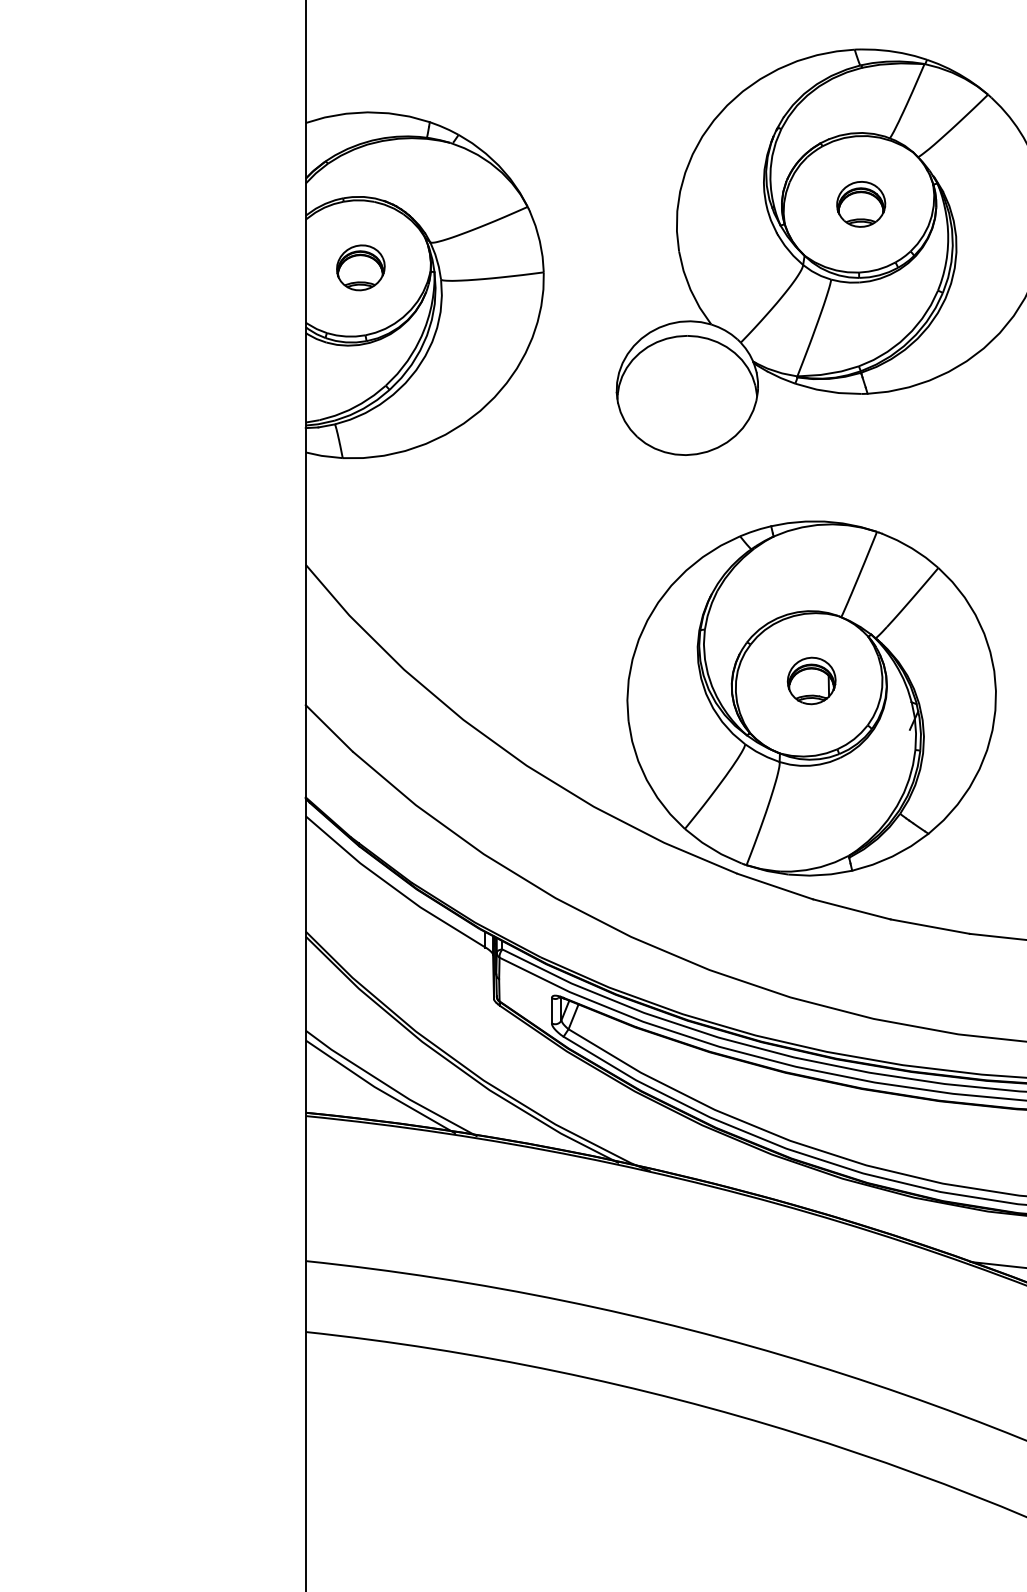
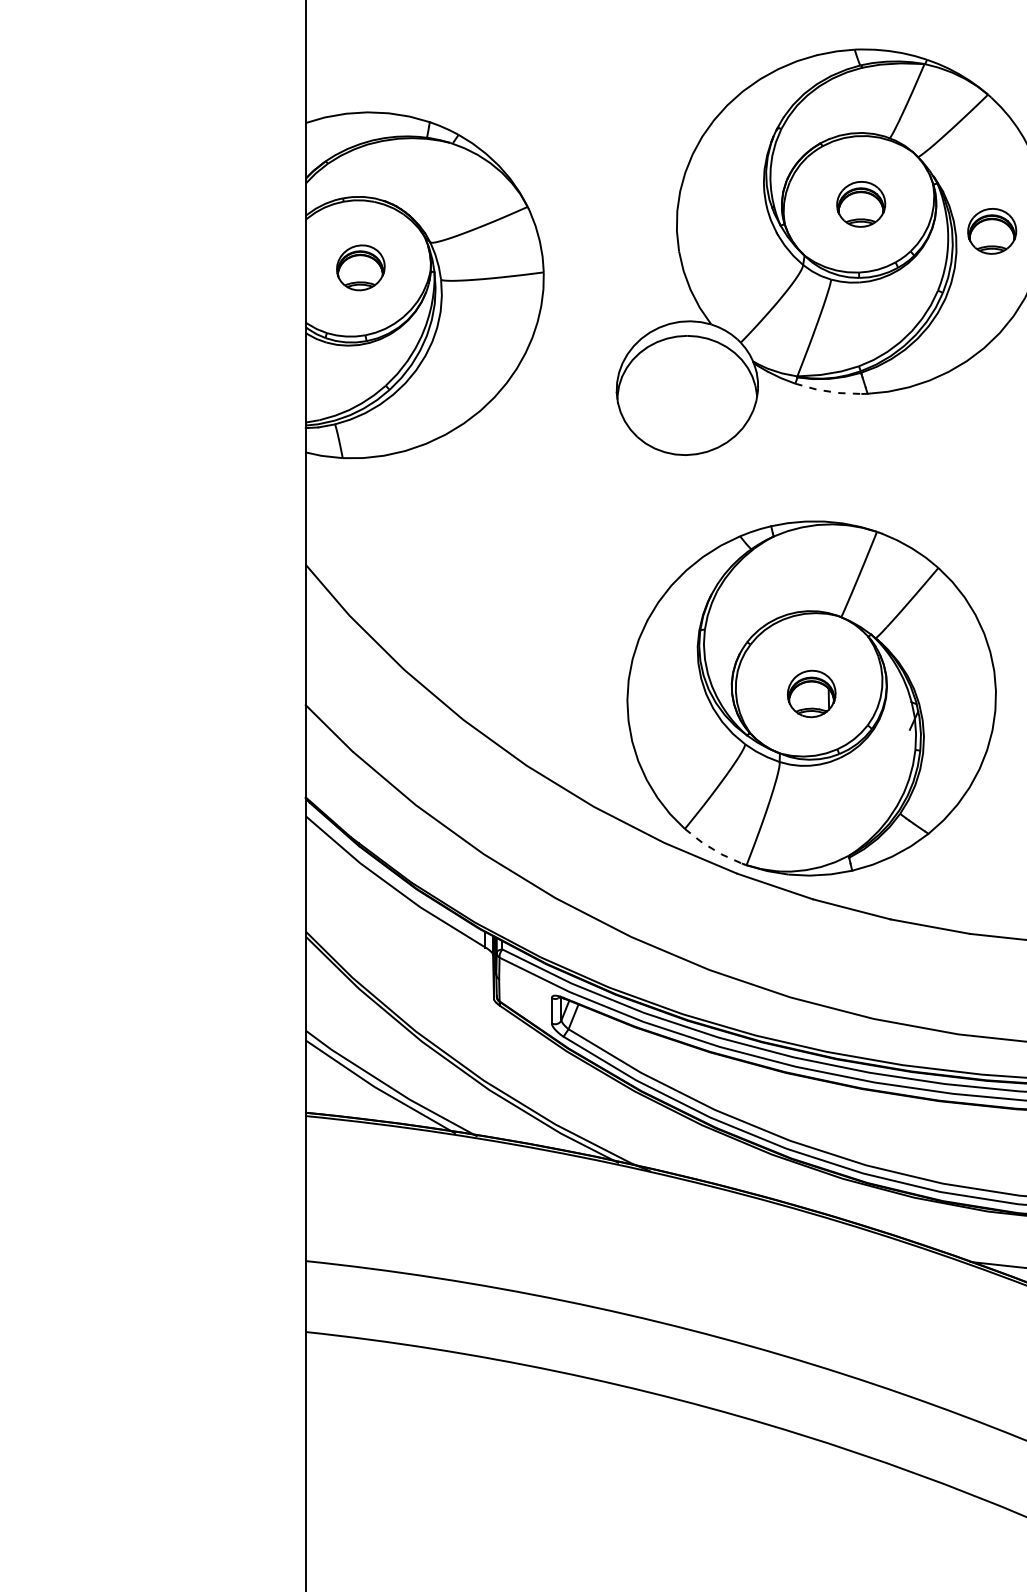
part at (992, 231): none -> present
line at (828, 391): solid -> dashed
part at (811, 680) position: (811, 680) -> (811, 693)
line at (712, 848): solid -> dashed
